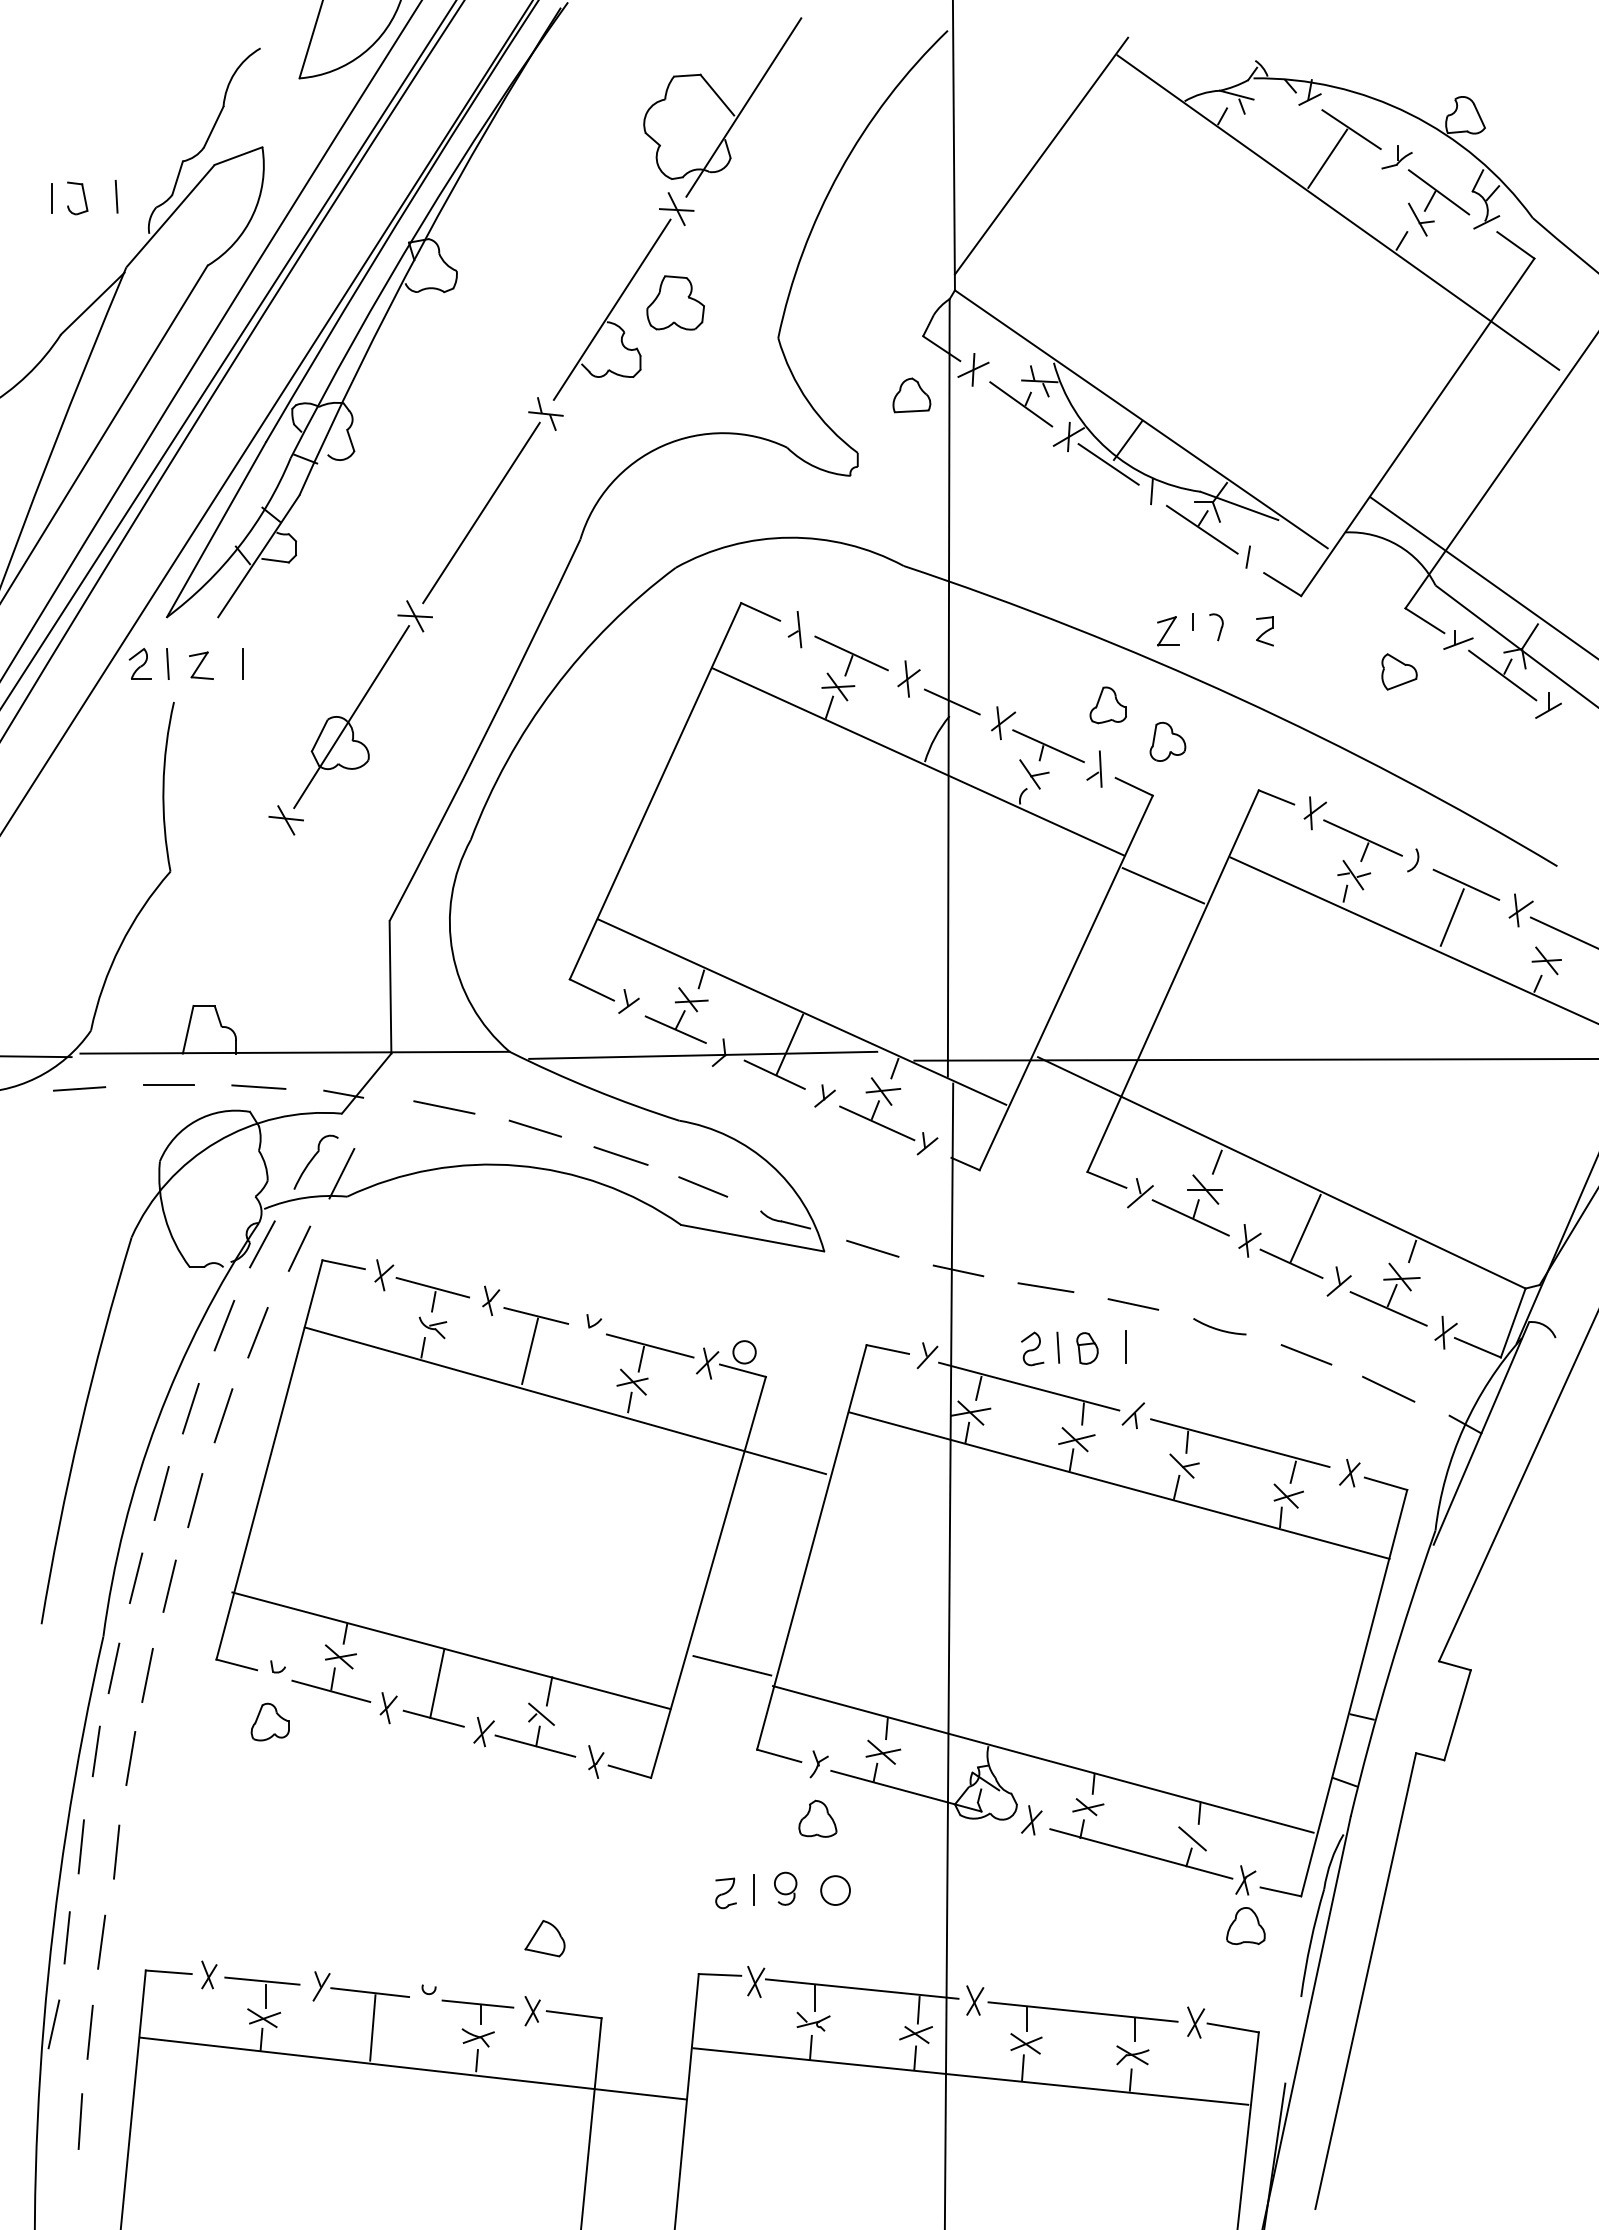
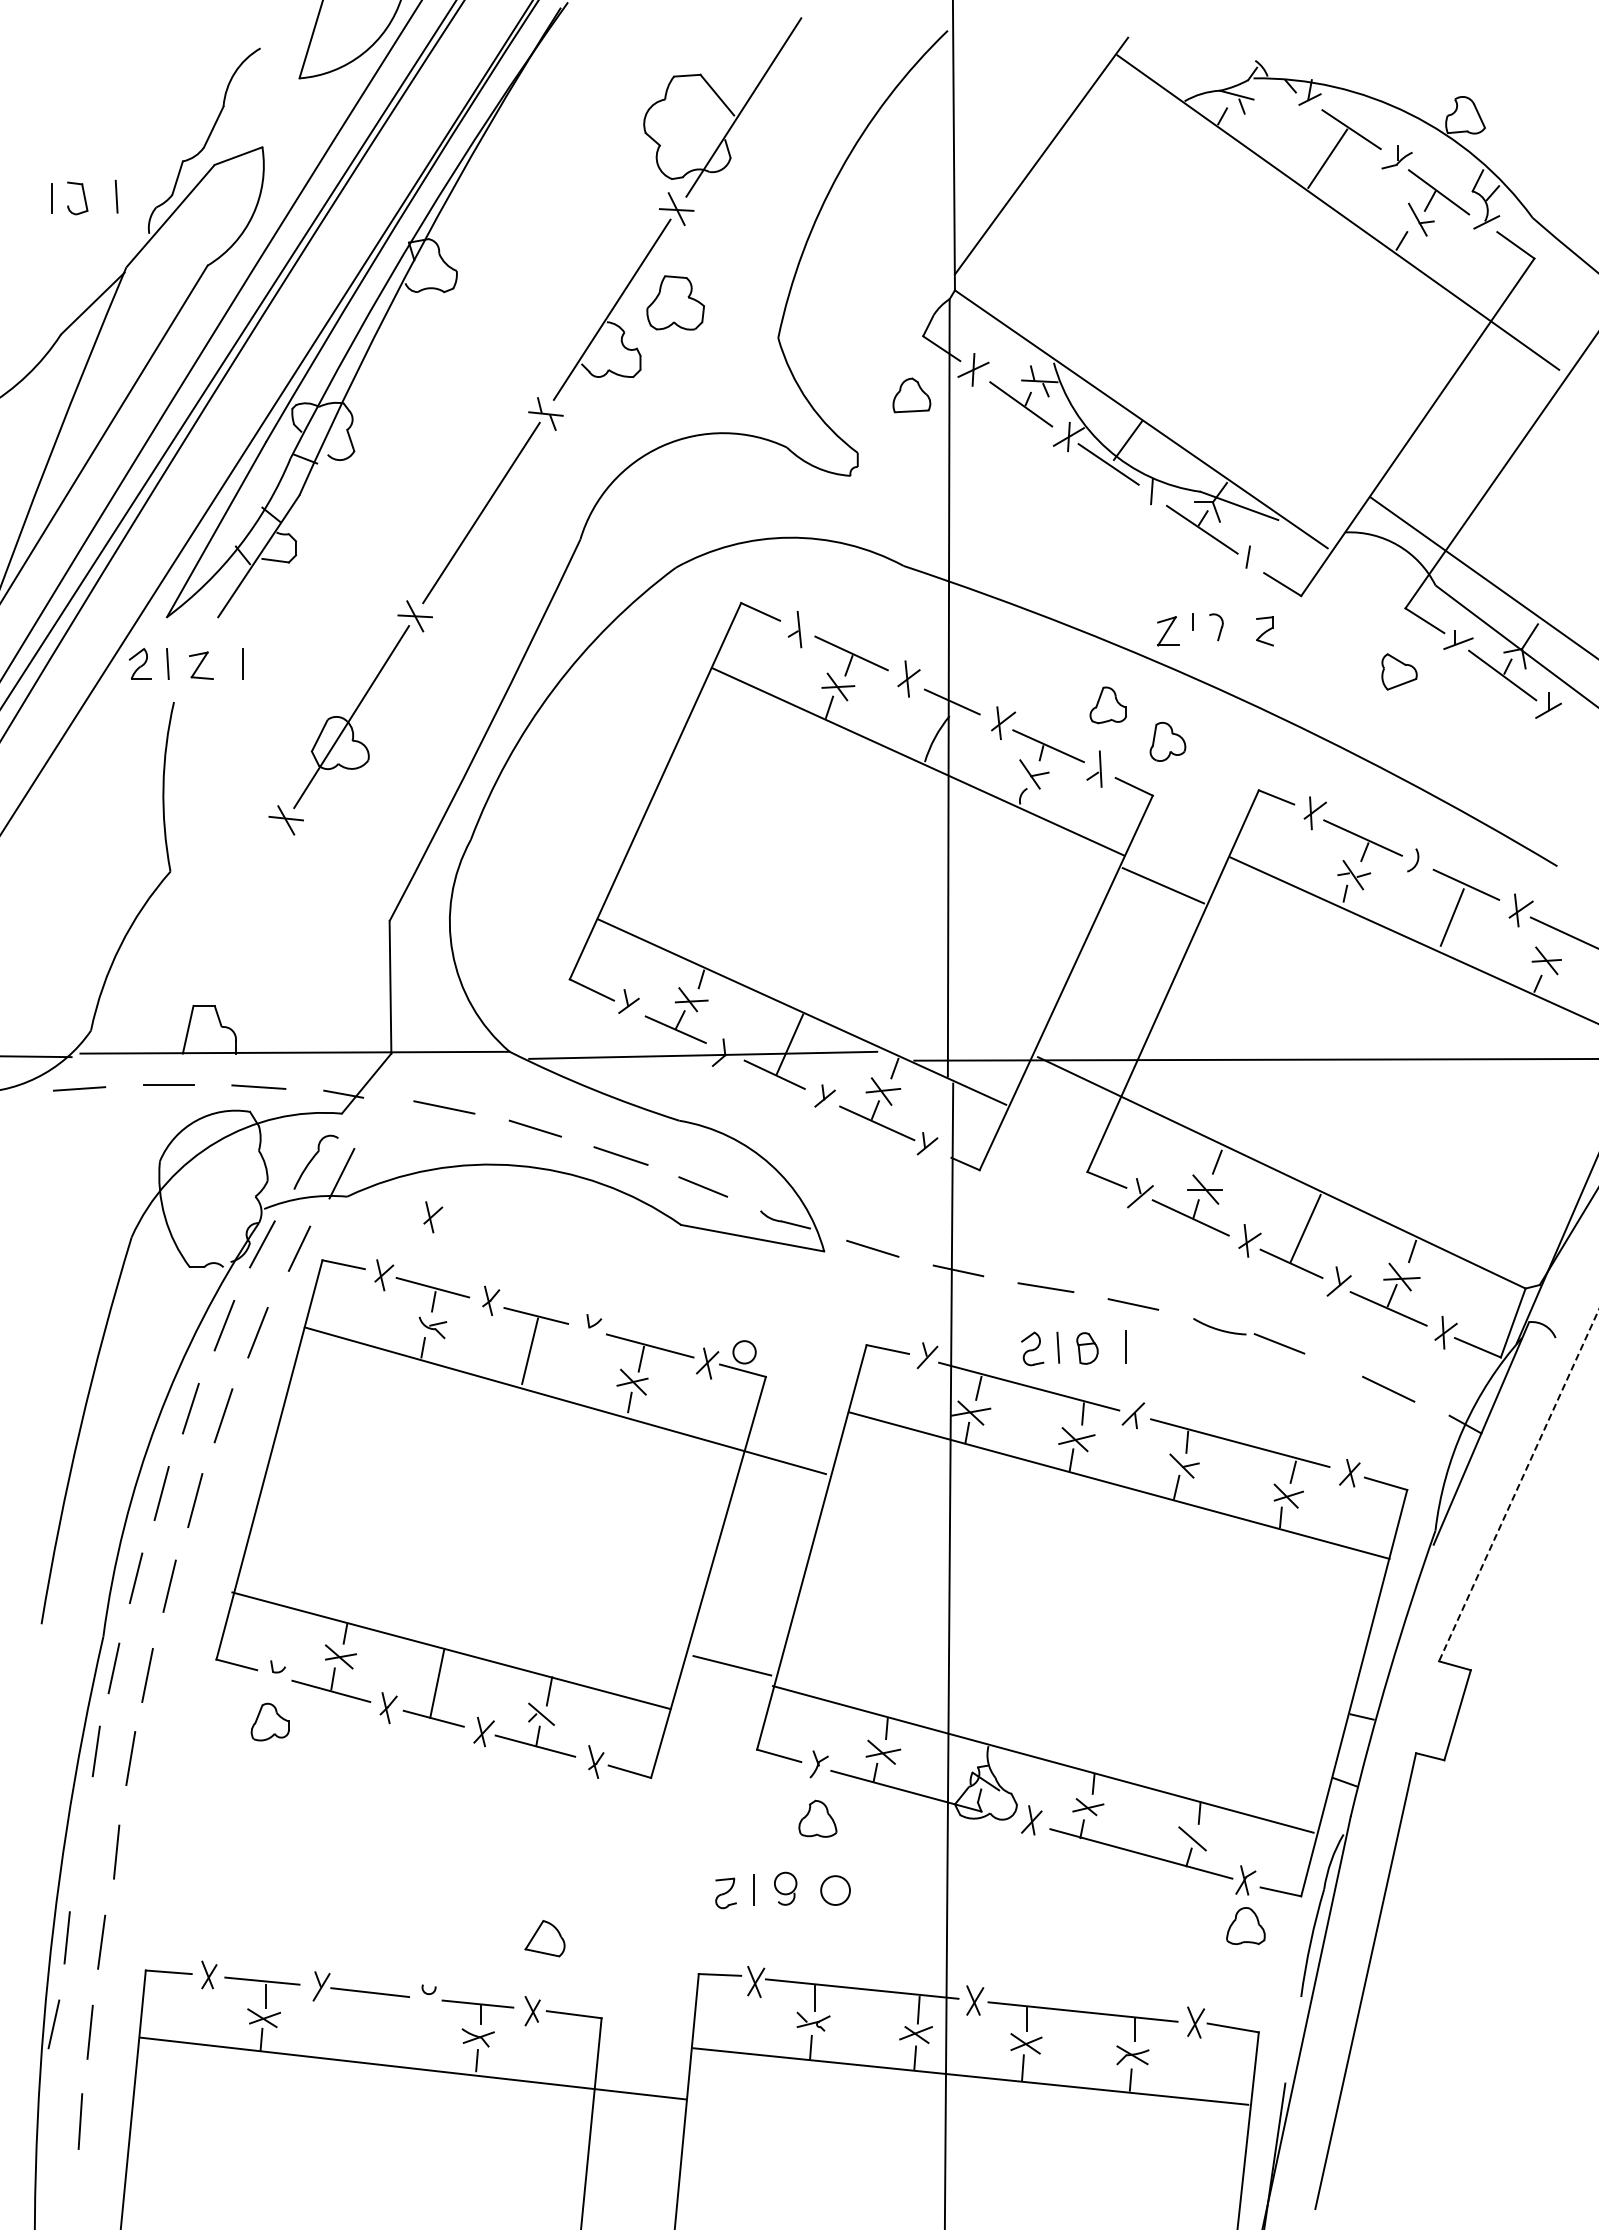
part at (433, 1217): none -> present
line at (1306, 1354) position: (1306, 1354) -> (1279, 1343)
line at (1518, 1485): solid -> dashed
line at (80, 1846): present -> none
line at (372, 2027): present -> none
